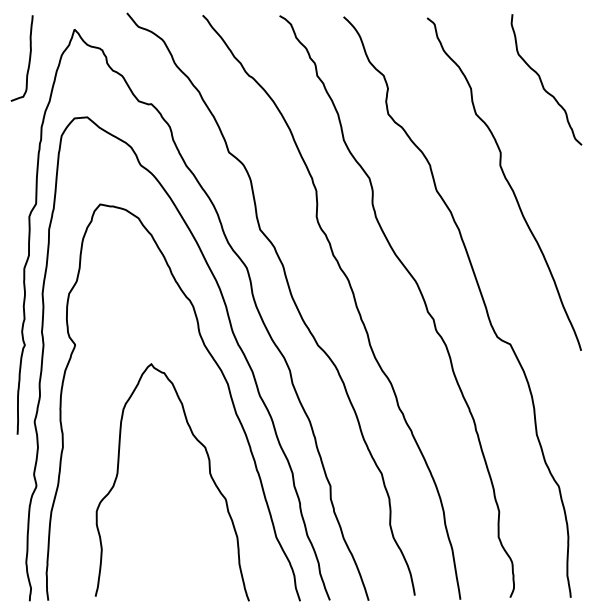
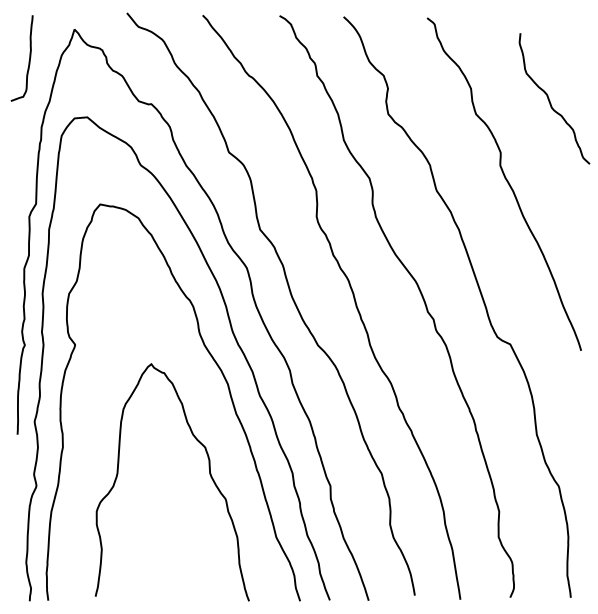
curve at (542, 81) position: (542, 81) -> (550, 100)
